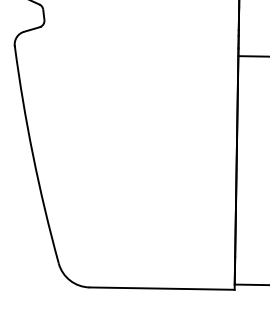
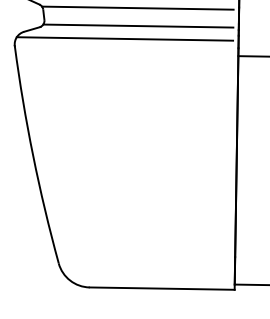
line at (137, 7): none -> present
line at (138, 25): none -> present
line at (124, 38): none -> present
